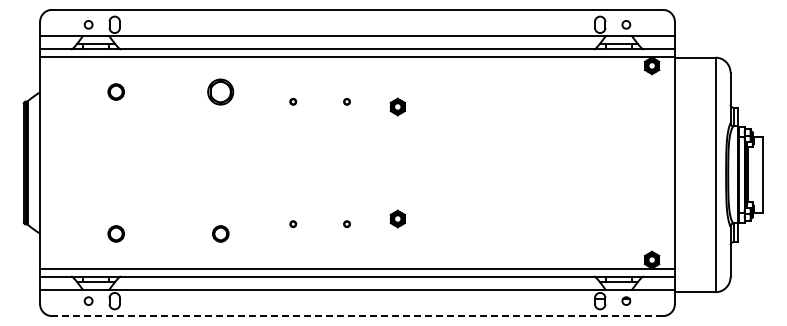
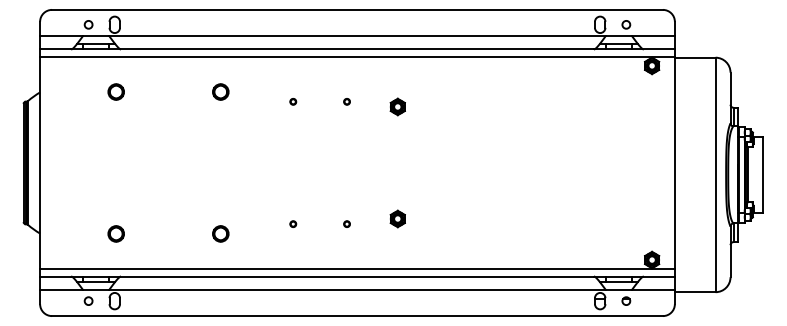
circle at (220, 91) size: 28x28 px -> 18x18 px
line at (357, 316): dashed -> solid
